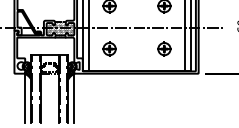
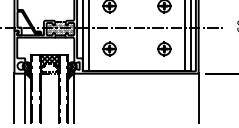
hatch at (49, 60): none -> present
line at (198, 97): none -> present
line at (14, 98): none -> present
